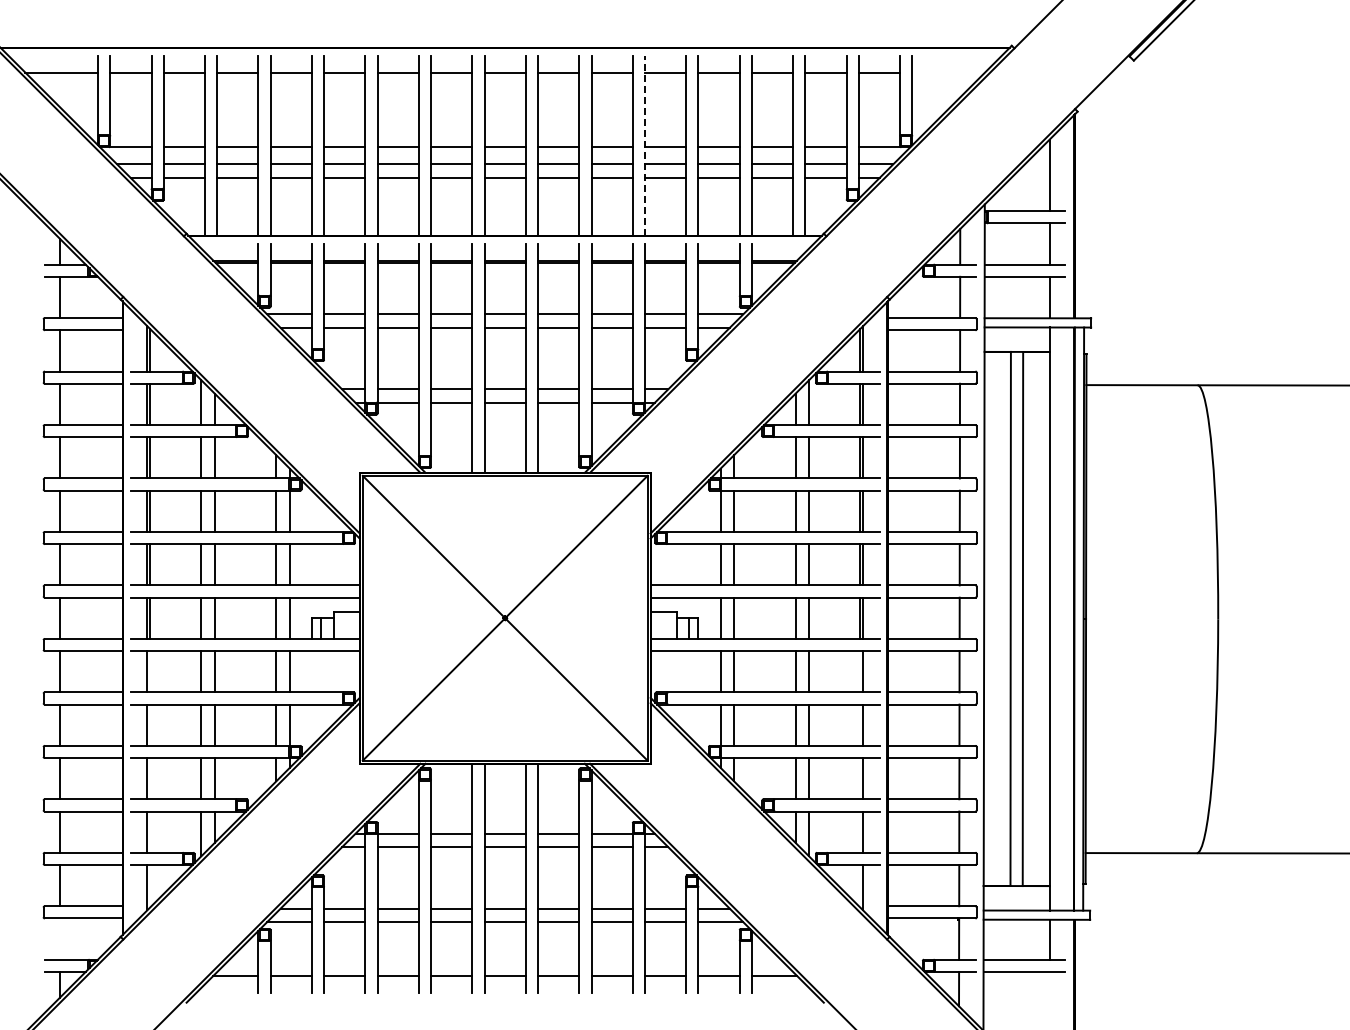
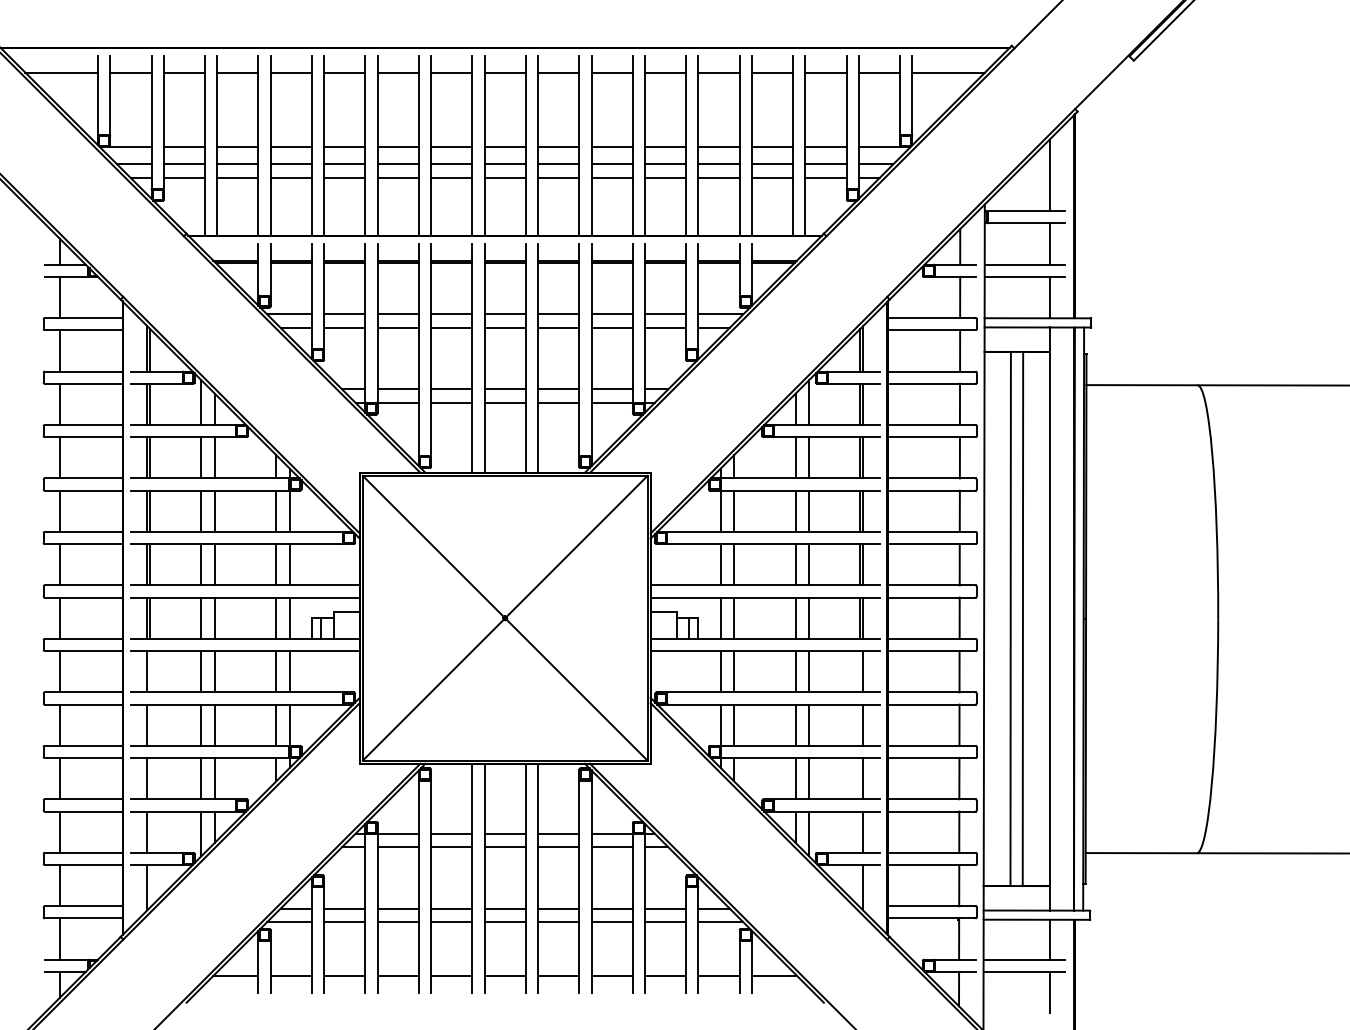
line at (948, 72): none -> present
line at (645, 145): dashed -> solid
line at (60, 938): none -> present
line at (1049, 992): none -> present
